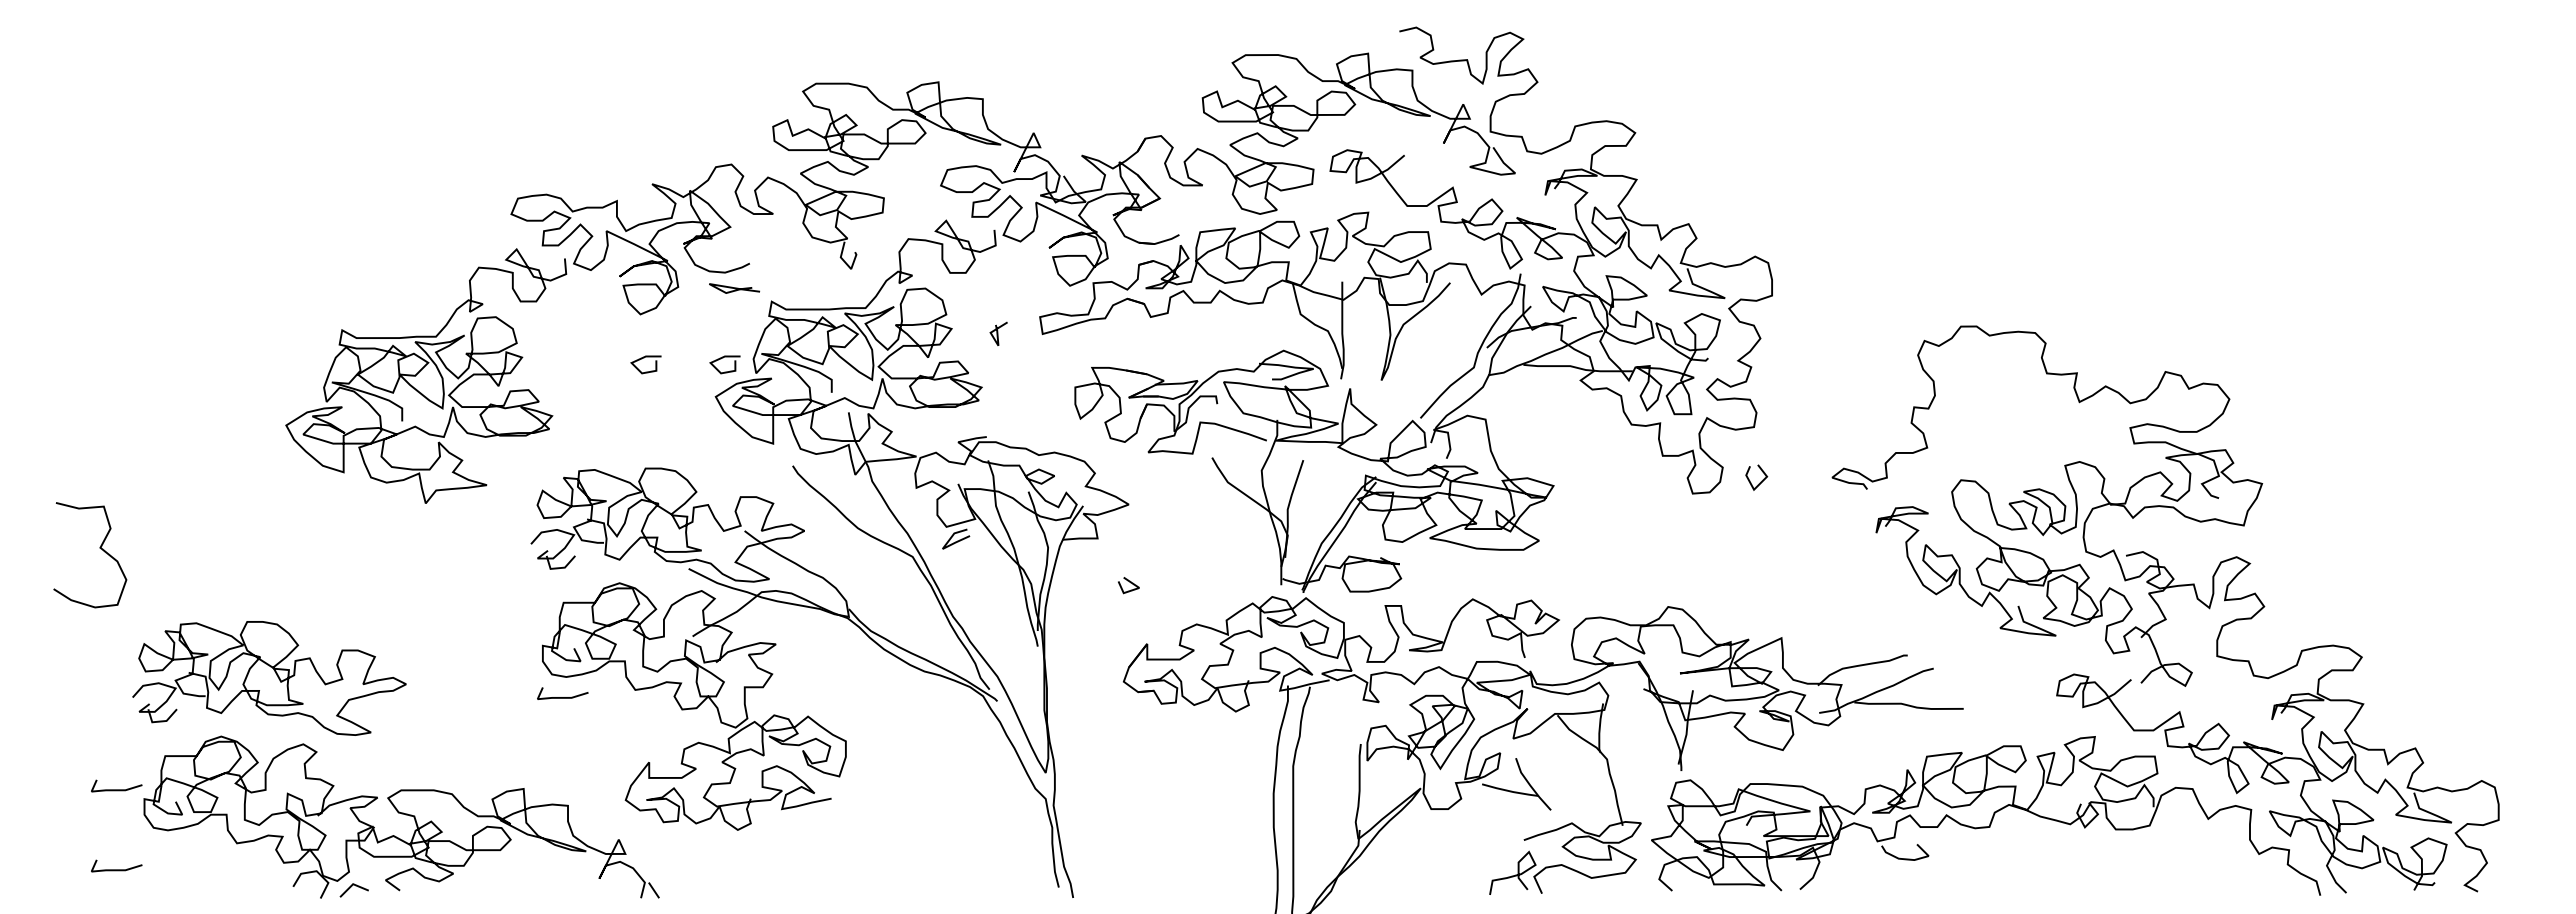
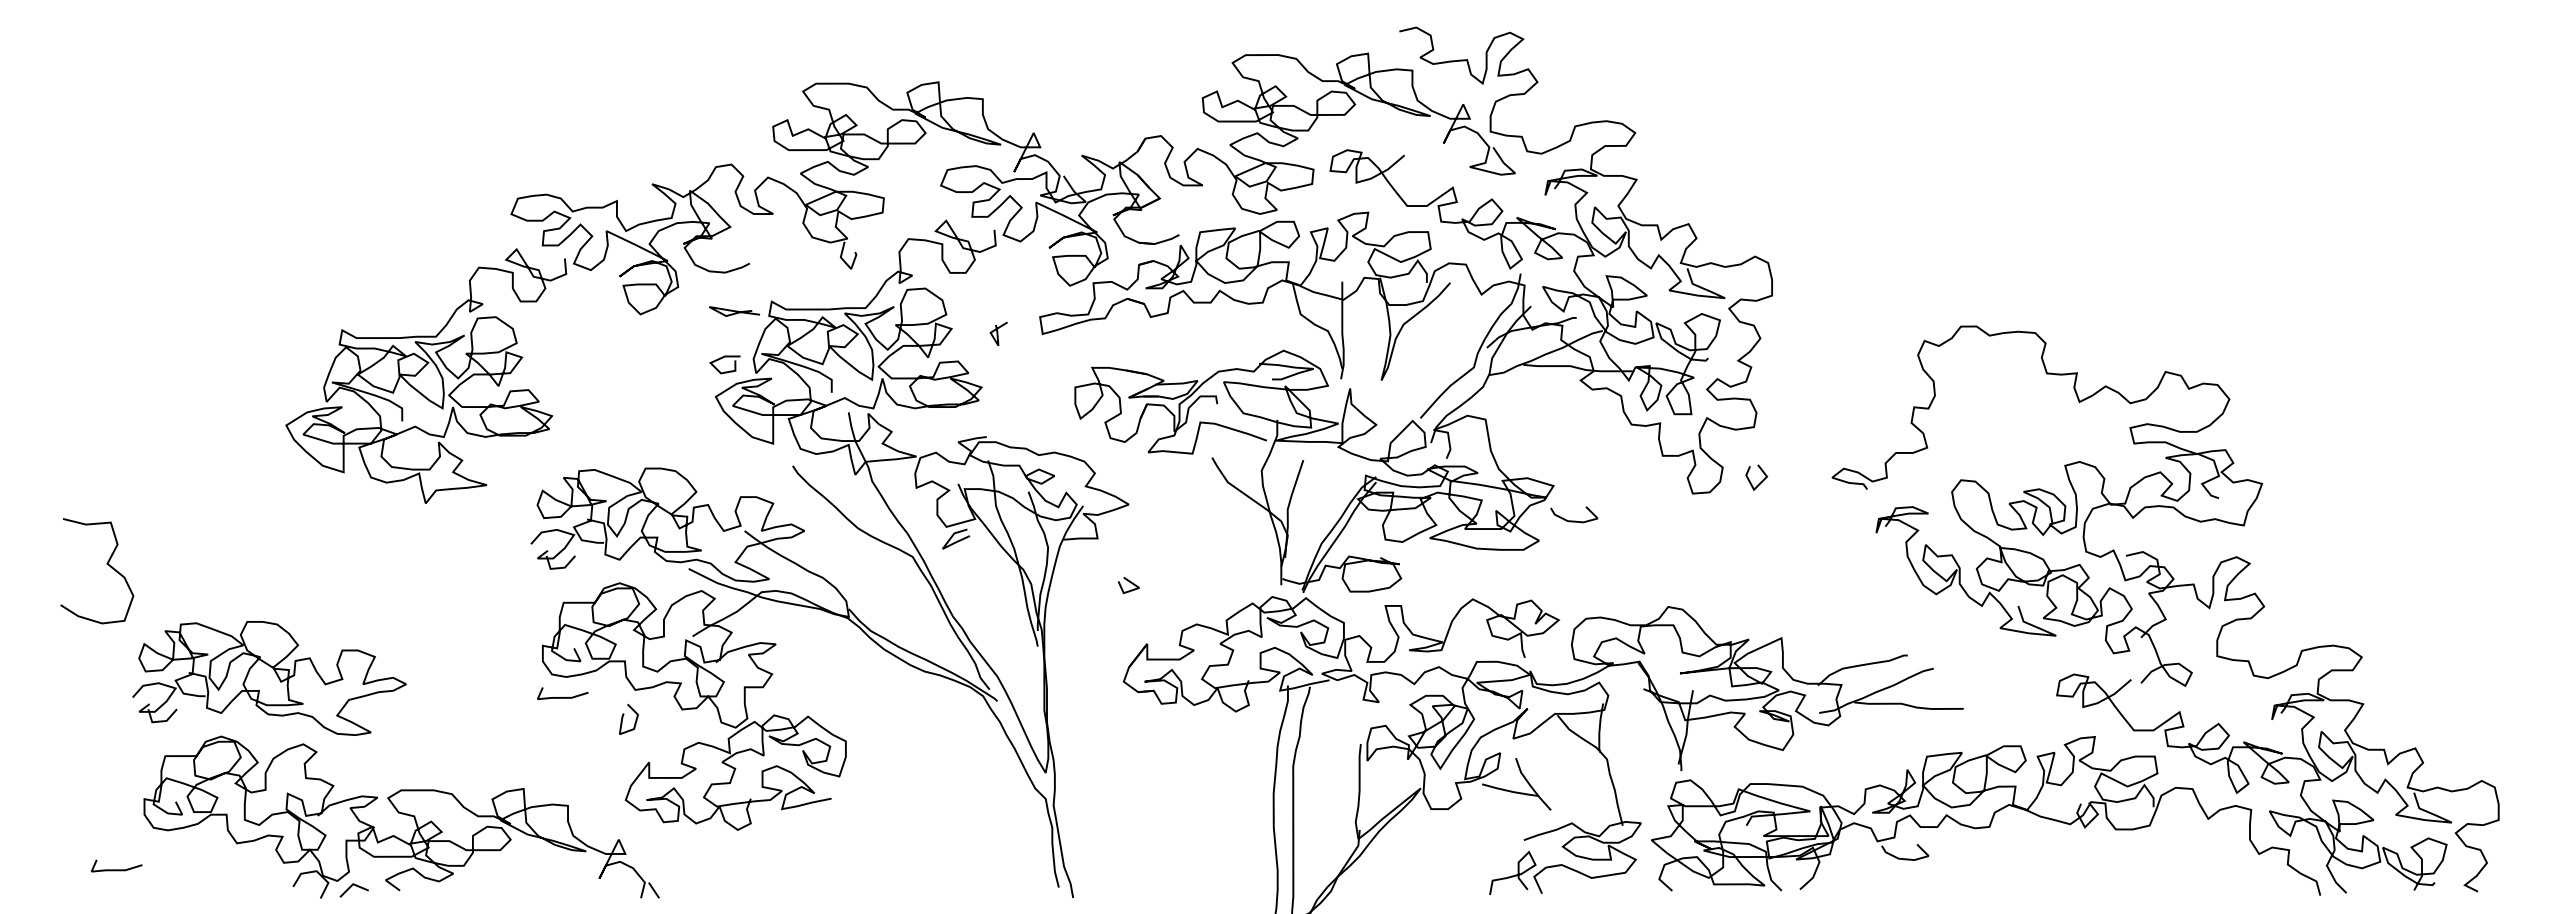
curve at (734, 288) position: (734, 288) -> (734, 311)
curve at (644, 358): present -> none
curve at (1574, 520): none -> present
curve at (99, 548) position: (99, 548) -> (106, 564)
curve at (623, 718): none -> present
line at (116, 789): present -> none
